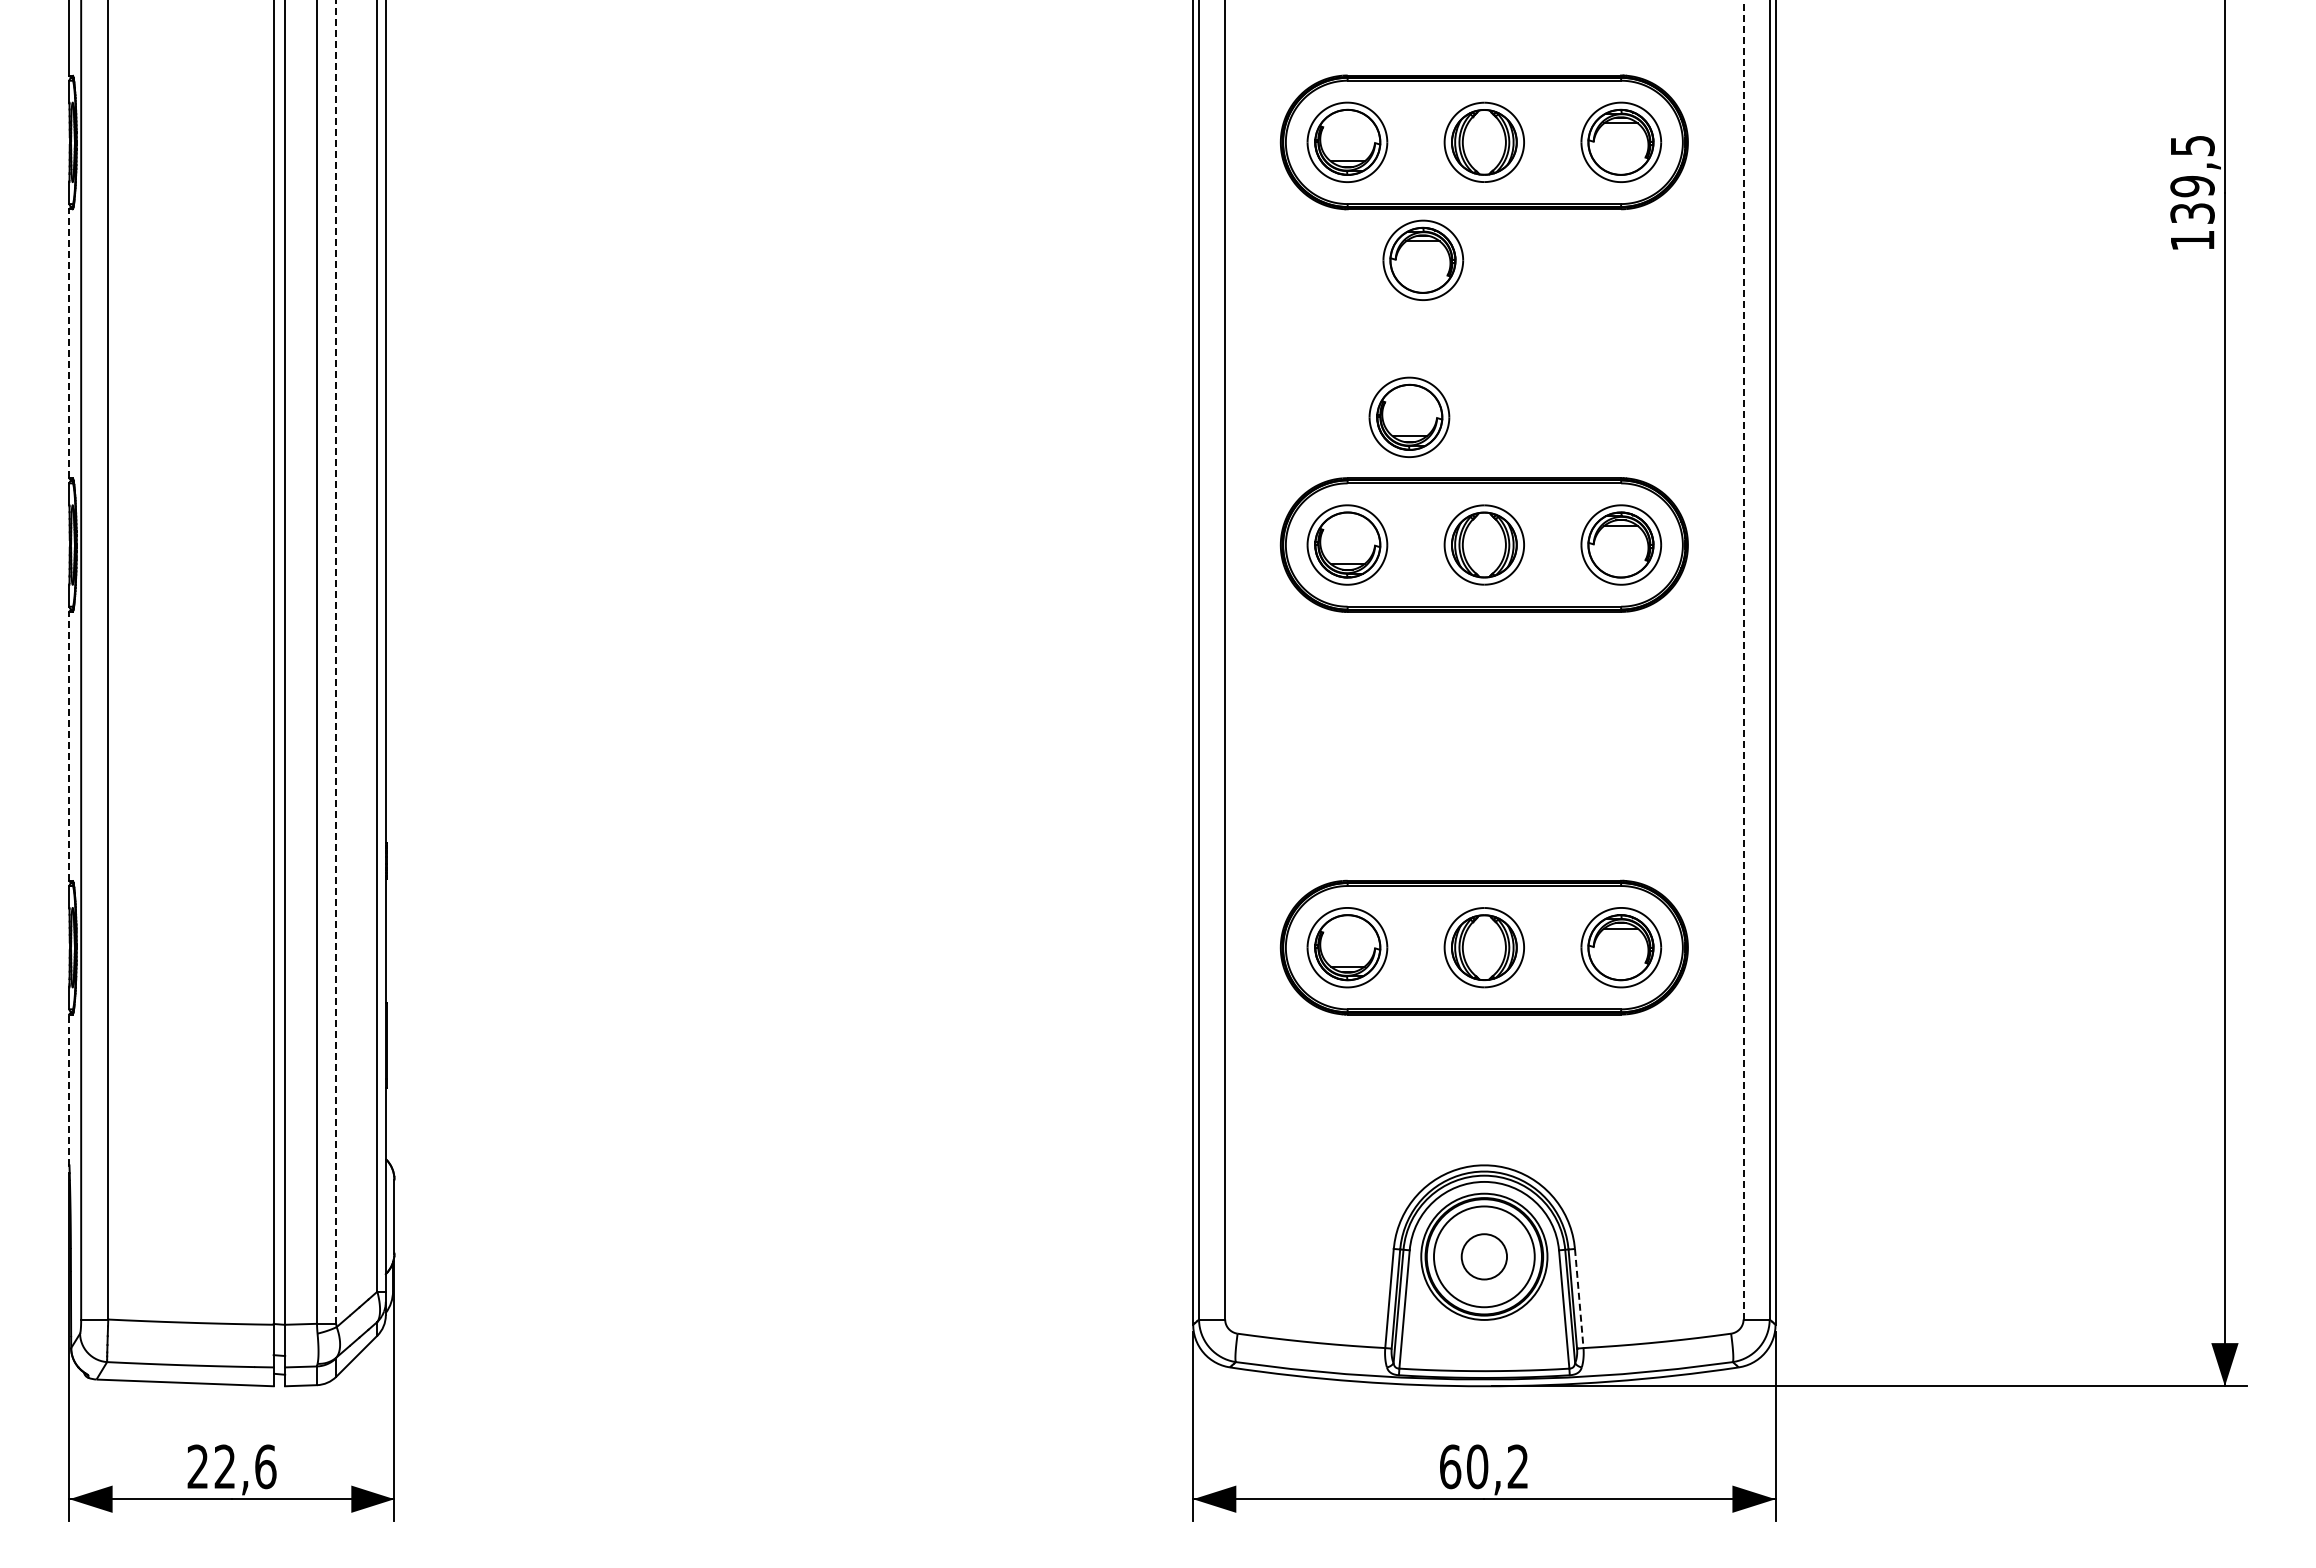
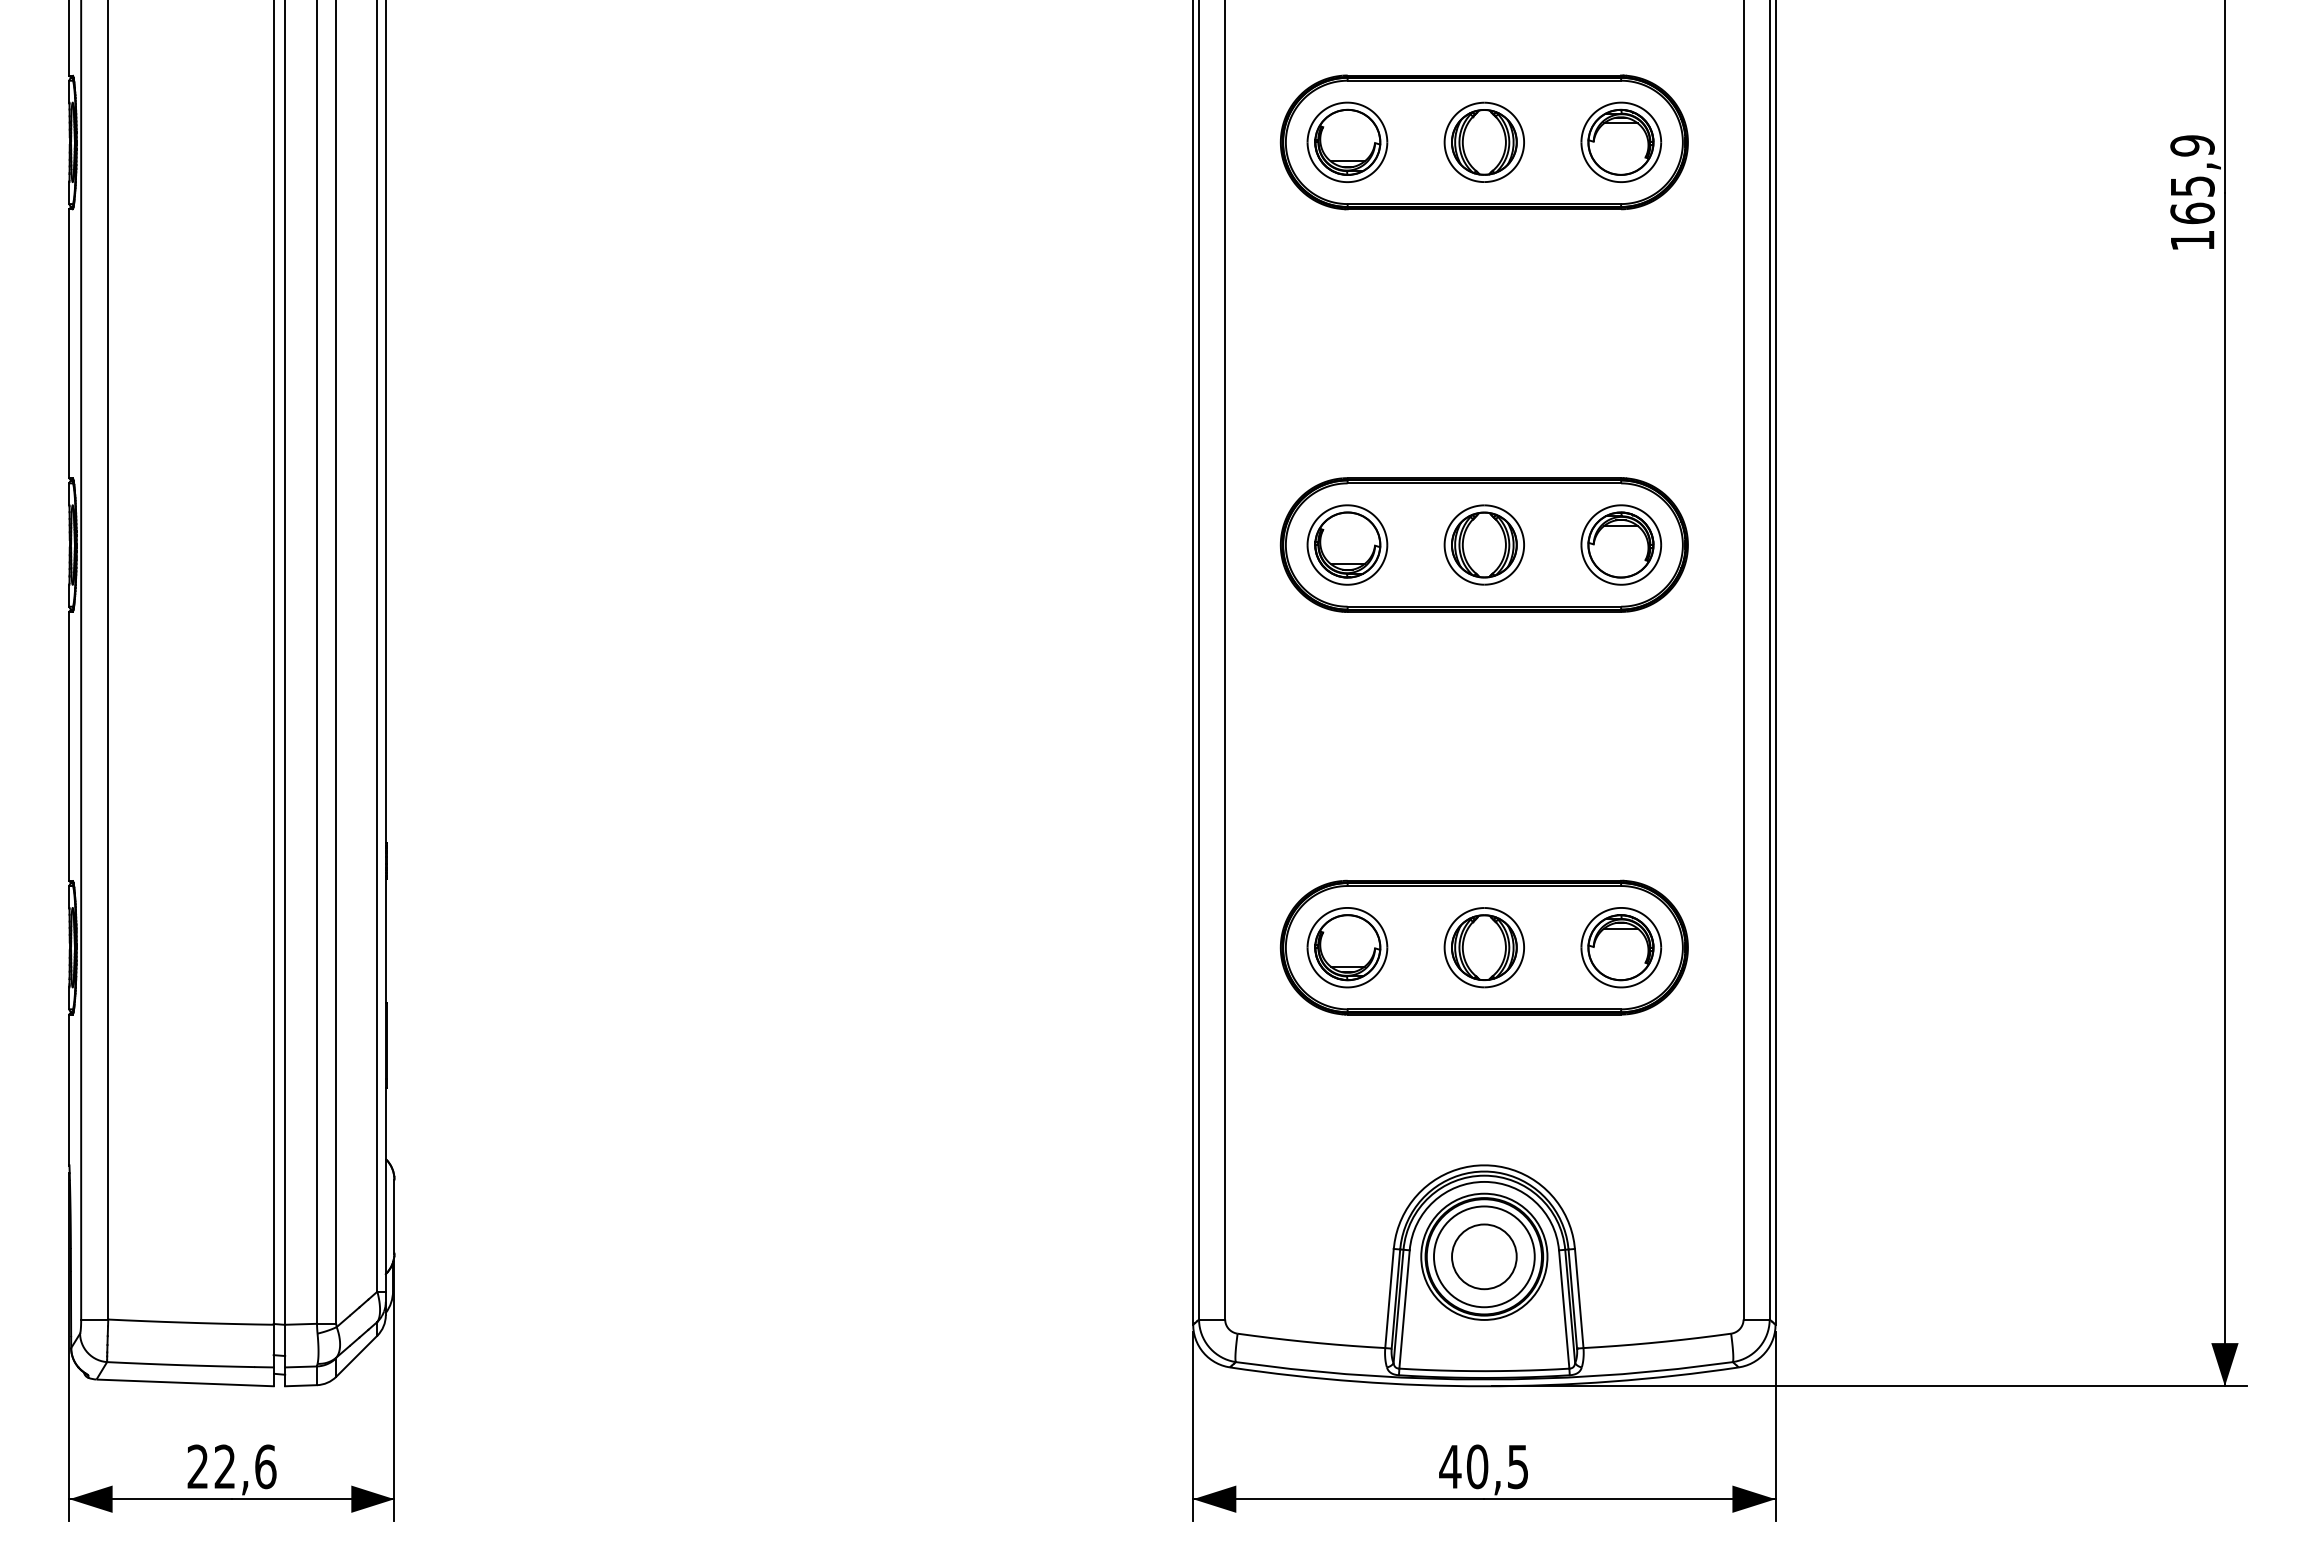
text at (2192, 179): 139,5 -> 165,9
part at (1423, 259): present -> none
line at (69, 343): dashed -> solid
part at (1409, 416): present -> none
line at (1743, 659): dashed -> solid
line at (336, 661): dashed -> solid
line at (69, 745): dashed -> solid
line at (69, 1090): dashed -> solid
circle at (1484, 1256) diameter: 45 px -> 65 px
line at (1579, 1298): dashed -> solid
text at (1483, 1466): 60,2 -> 40,5
